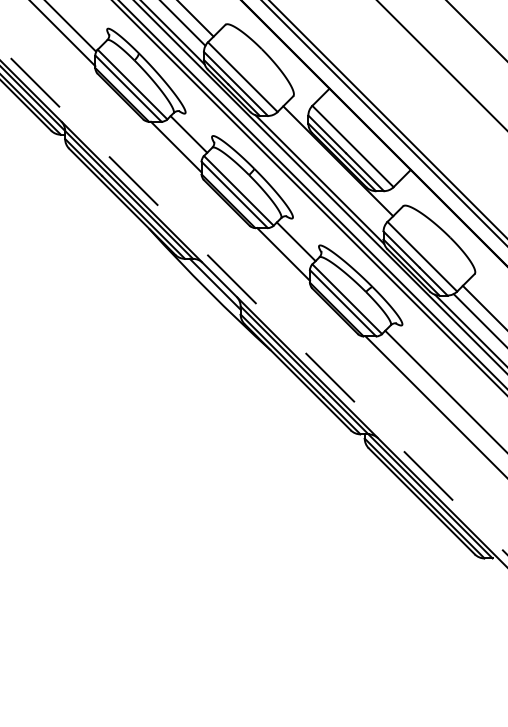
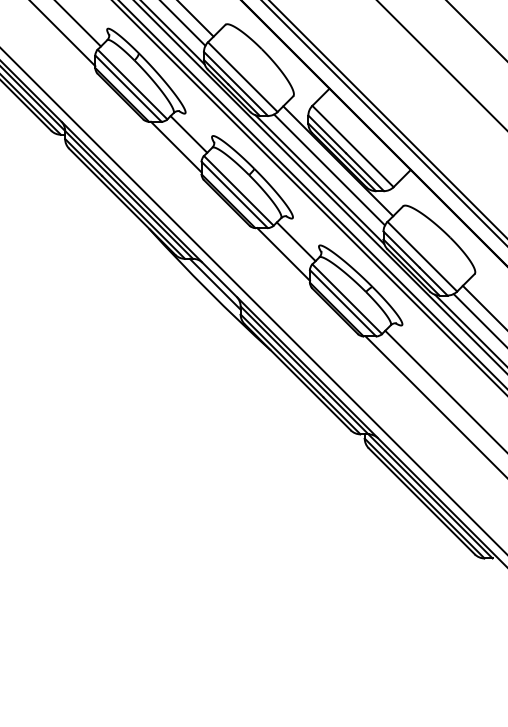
line at (71, 26) position: (71, 26) -> (78, 24)
line at (329, 169): none -> present
line at (253, 301): dashed -> solid
